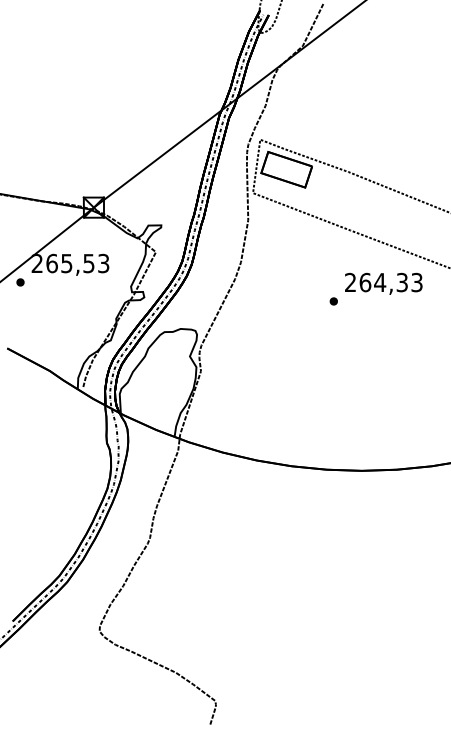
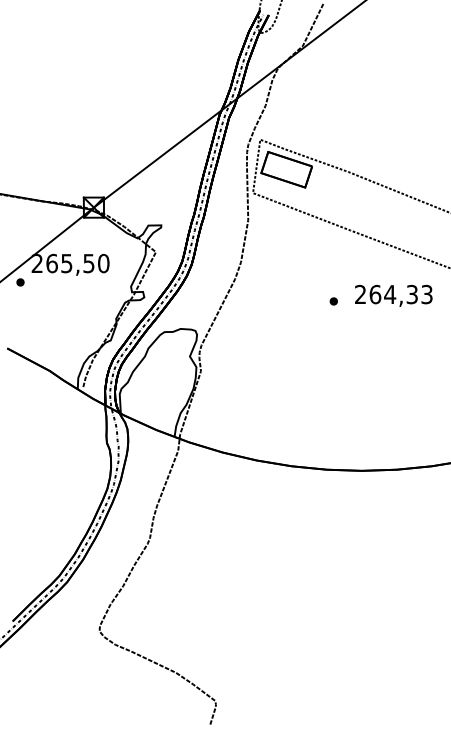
text at (103, 263): 265,53 -> 265,50
text at (383, 283) position: (383, 283) -> (393, 295)
